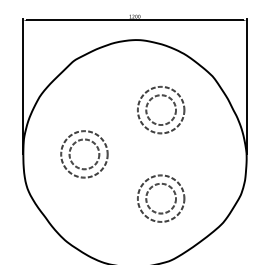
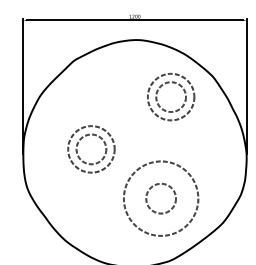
part at (172, 117) position: (172, 117) -> (182, 104)
part at (94, 163) position: (94, 163) -> (101, 158)
circle at (160, 198) diameter: 47 px -> 74 px
